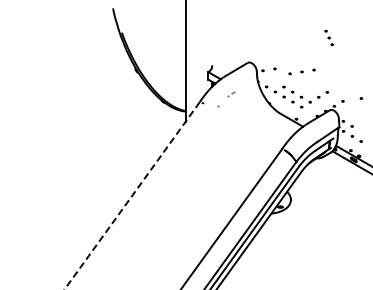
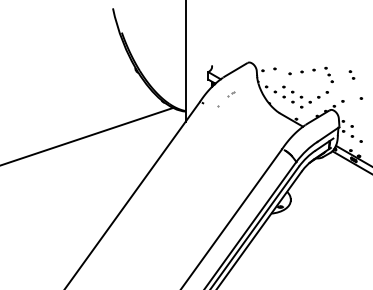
part at (328, 37) position: (328, 37) -> (328, 74)
part at (351, 74): none -> present
line at (87, 135): none -> present
line at (131, 196): dashed -> solid
